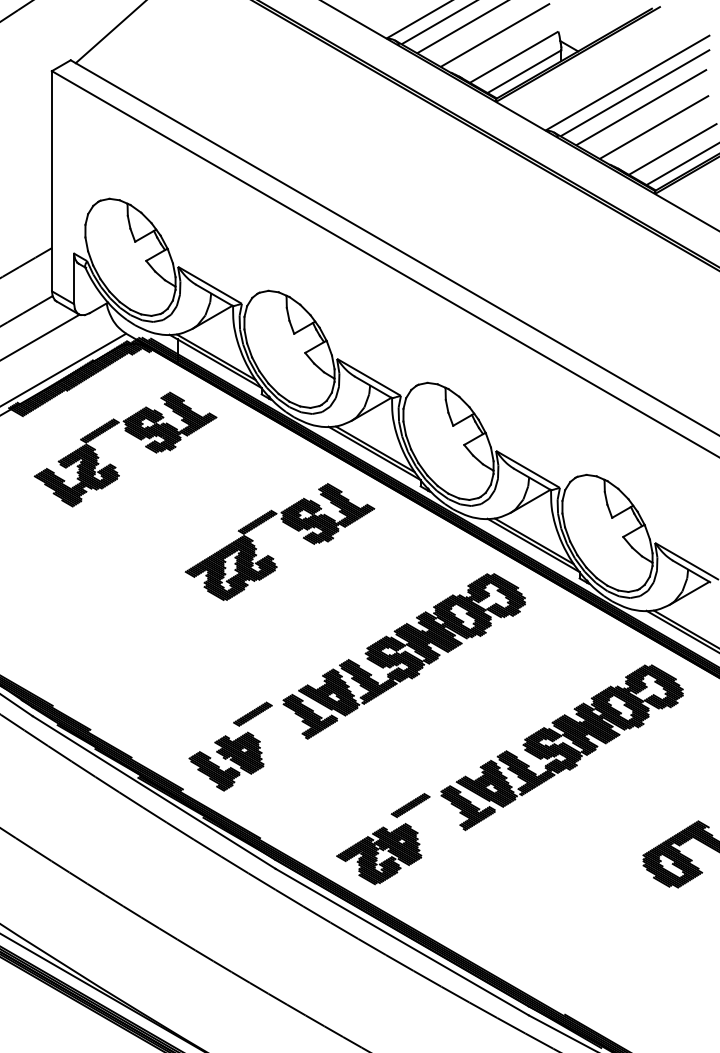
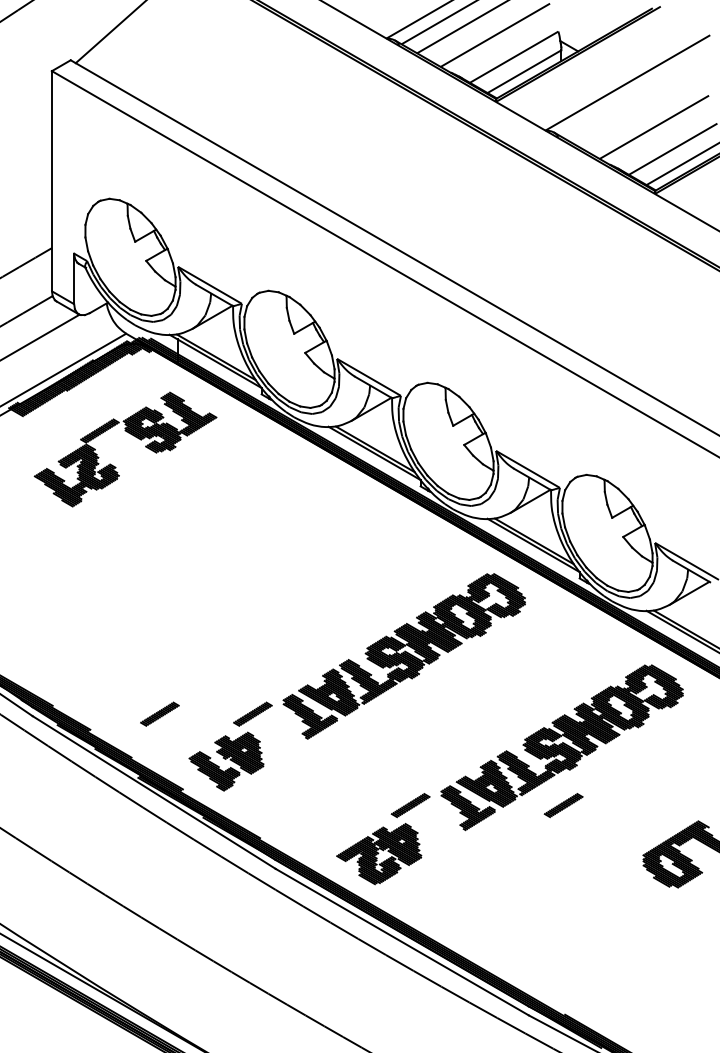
line at (635, 92): present -> none
line at (641, 107): present -> none
part at (271, 556): present -> none
part at (159, 713): none -> present
part at (563, 805): none -> present
